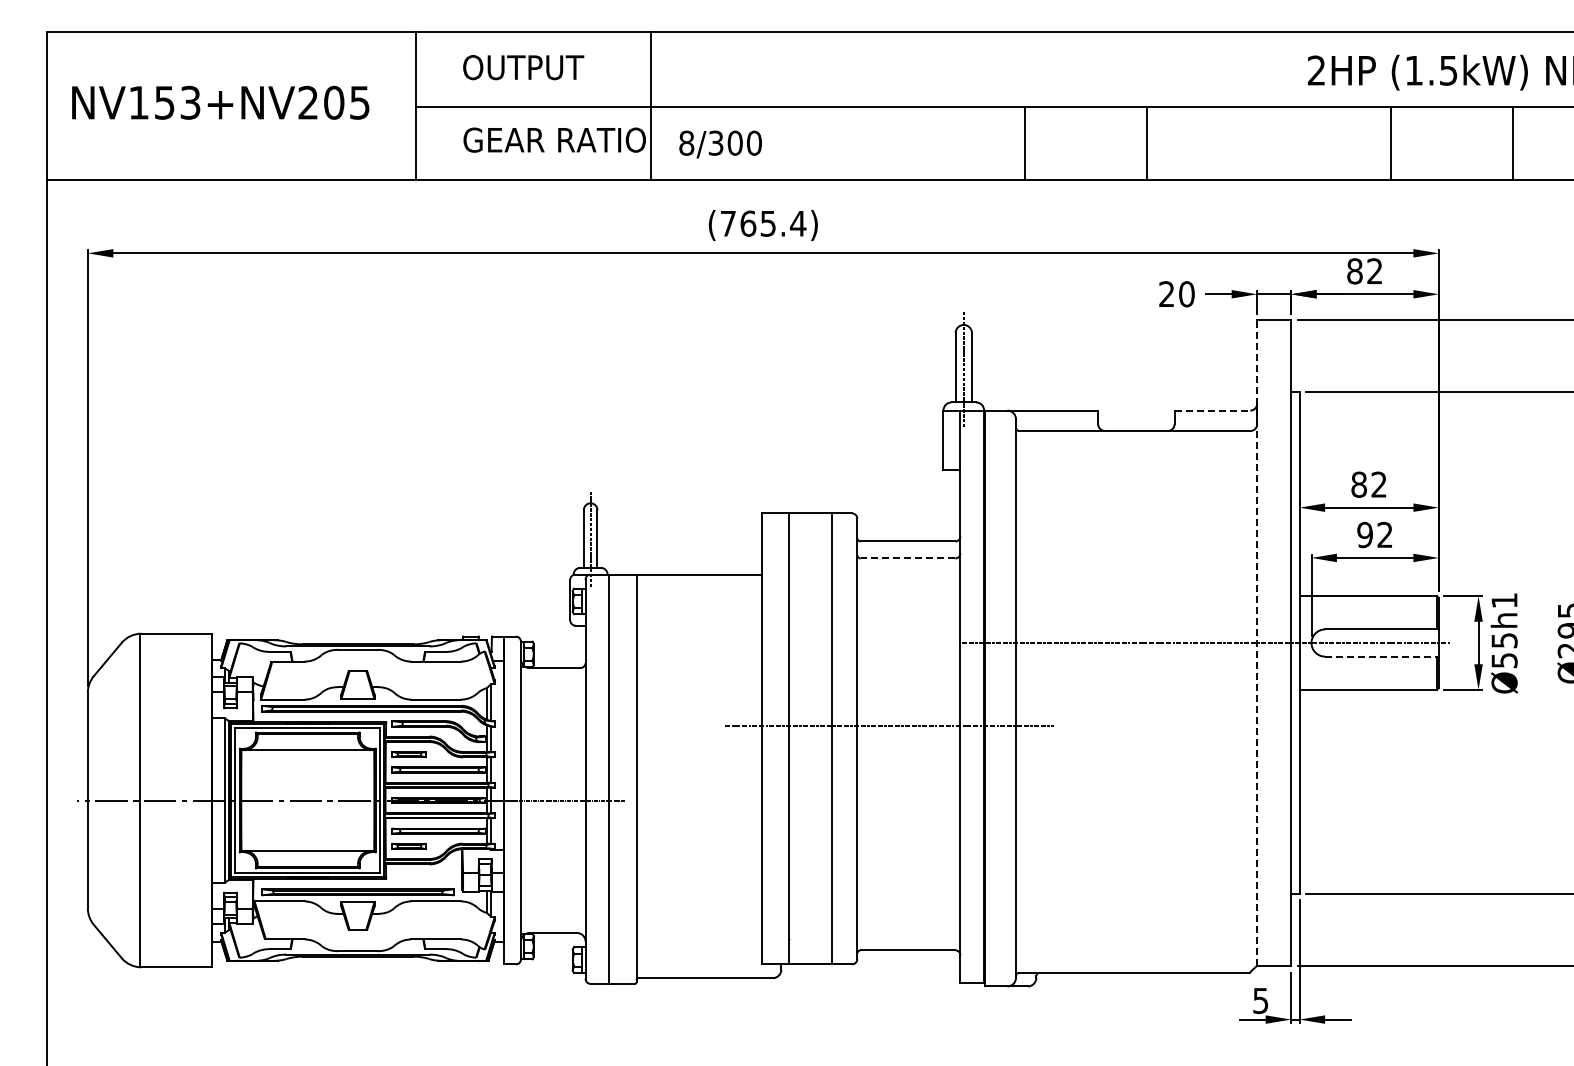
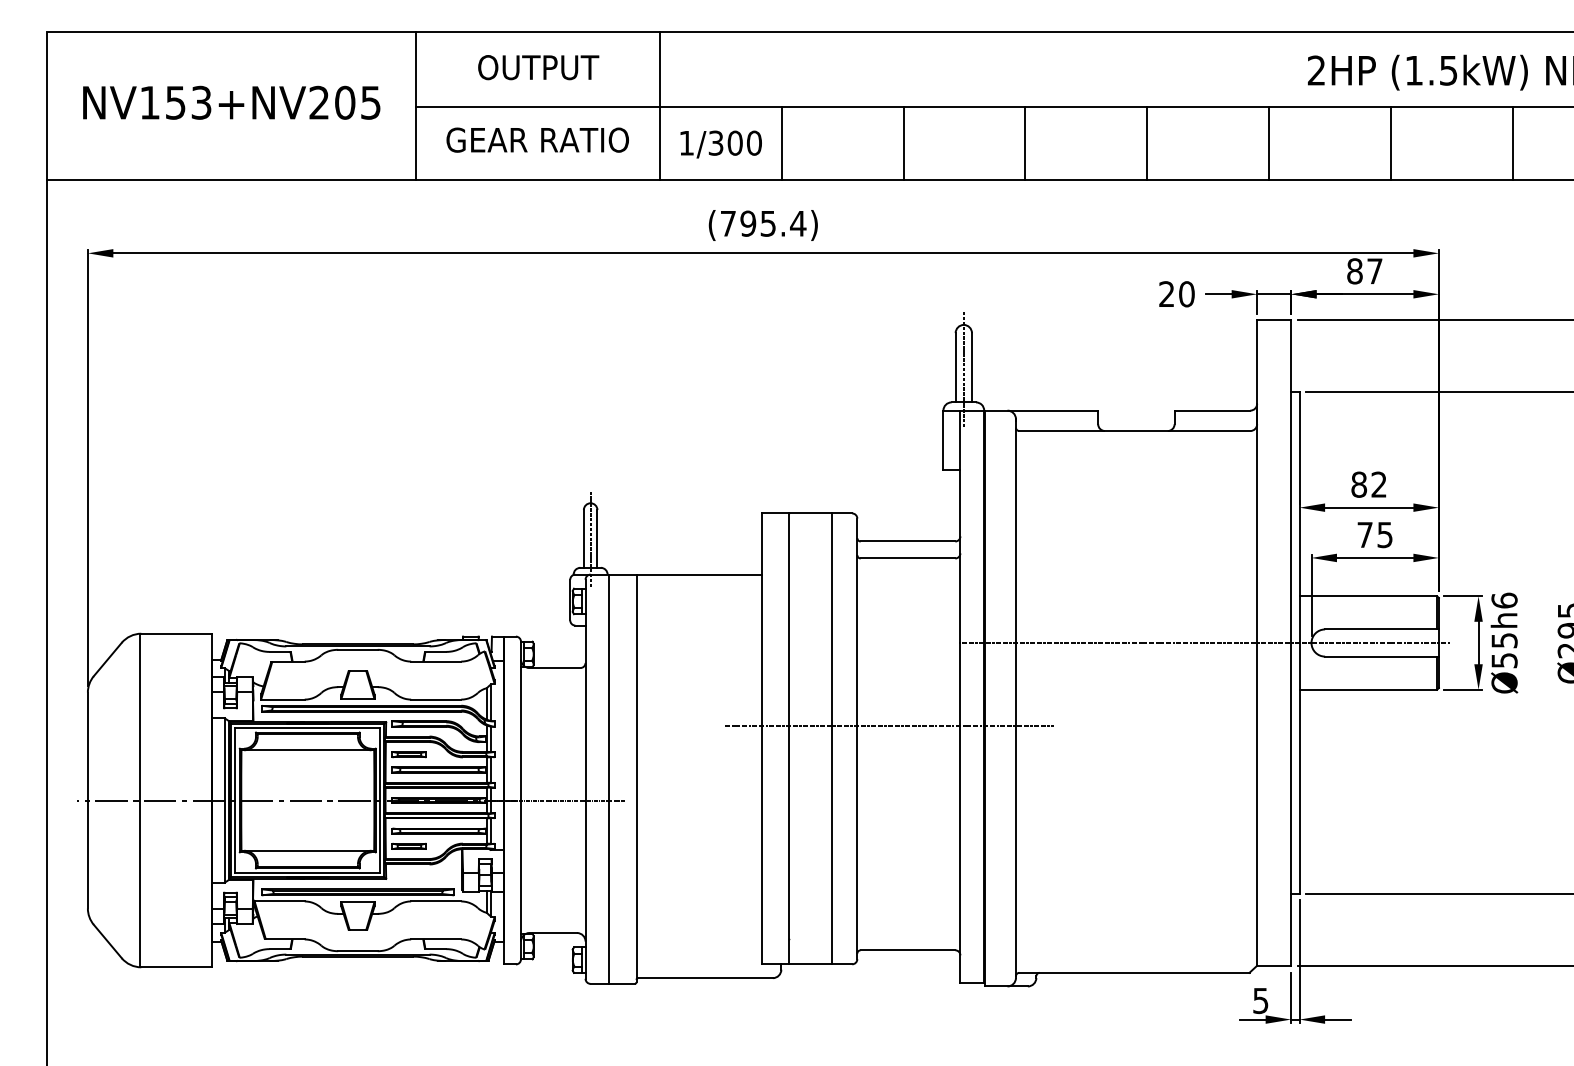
text at (523, 67) position: (523, 67) -> (538, 67)
text at (220, 102) position: (220, 102) -> (231, 102)
line at (650, 105) position: (650, 105) -> (659, 105)
text at (554, 139) position: (554, 139) -> (537, 139)
text at (686, 142): 8/300 -> 1/300
line at (781, 142): none -> present
line at (903, 142): none -> present
line at (1269, 142): none -> present
text at (748, 223): (765.4) -> (795.4)
text at (1374, 270): 82 -> 87
line at (1212, 410): dashed -> solid
text at (1374, 534): 92 -> 75
line at (907, 558): dashed -> solid
text at (1504, 600): Ø55h1 -> Ø55h6
line at (1257, 643): dashed -> solid
line at (1381, 656): dashed -> solid
